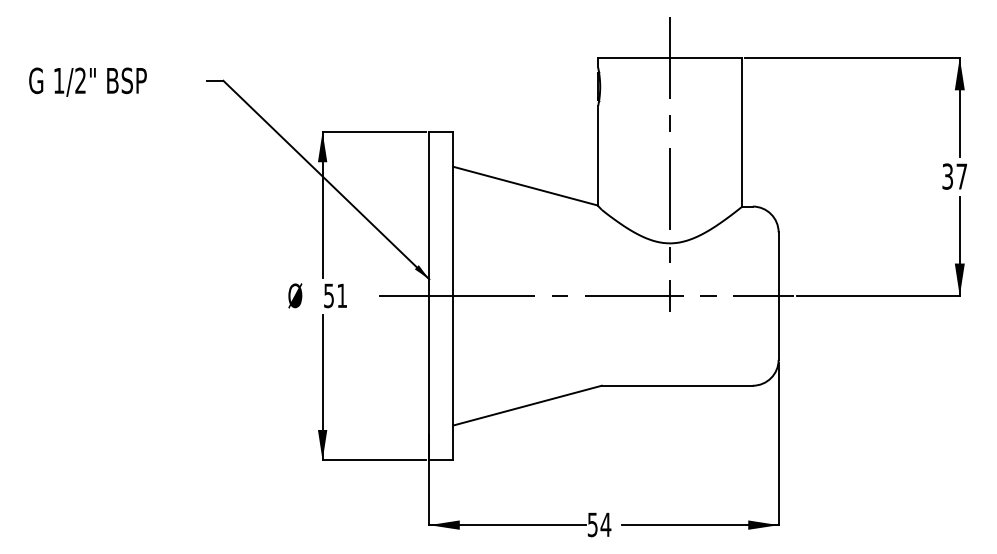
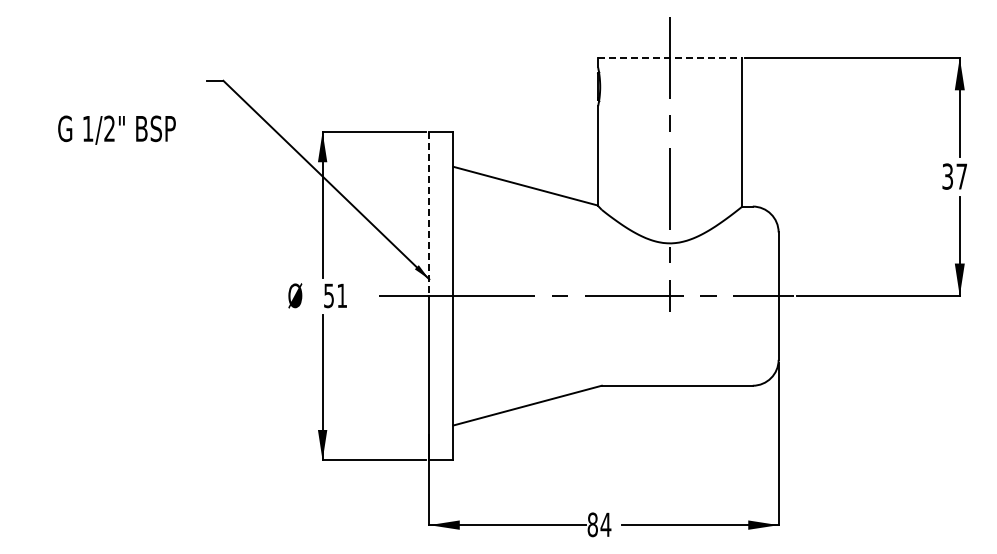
line at (670, 57): solid -> dashed
text at (87, 81) position: (87, 81) -> (116, 129)
line at (429, 214): solid -> dashed
text at (592, 524): 54 -> 84
